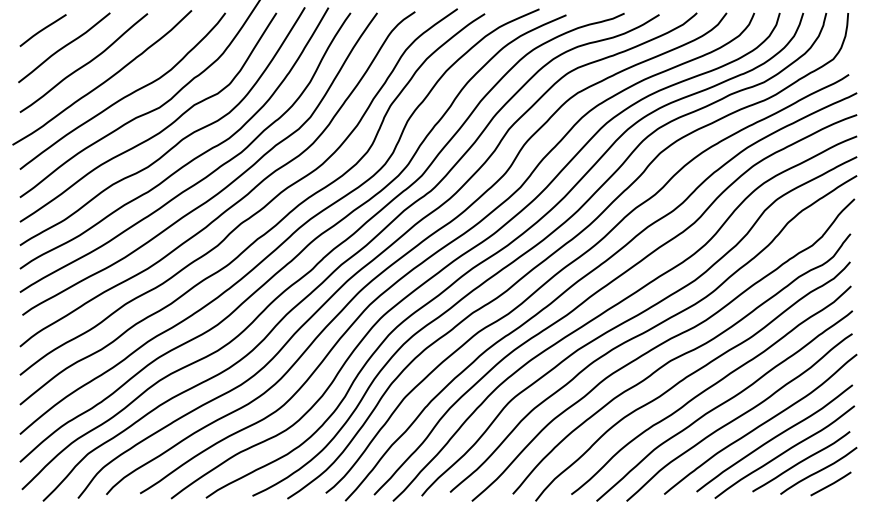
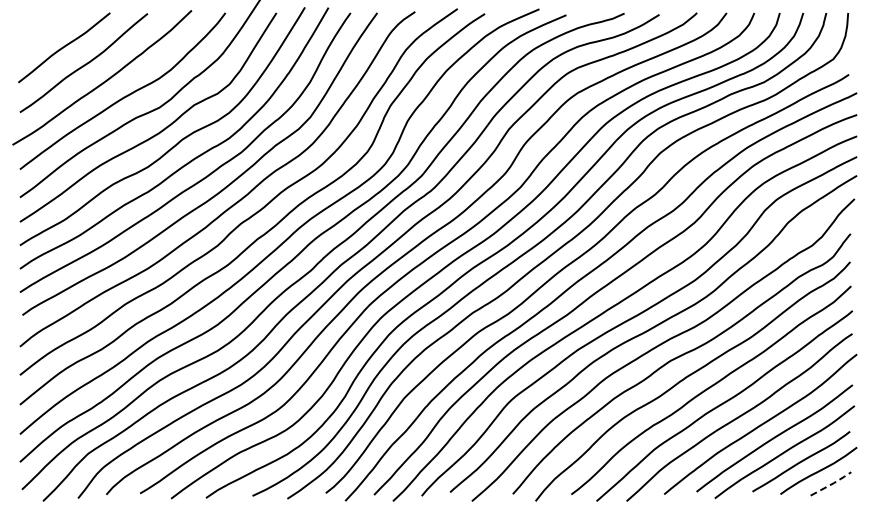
line at (42, 30): present -> none
line at (833, 483): solid -> dashed
